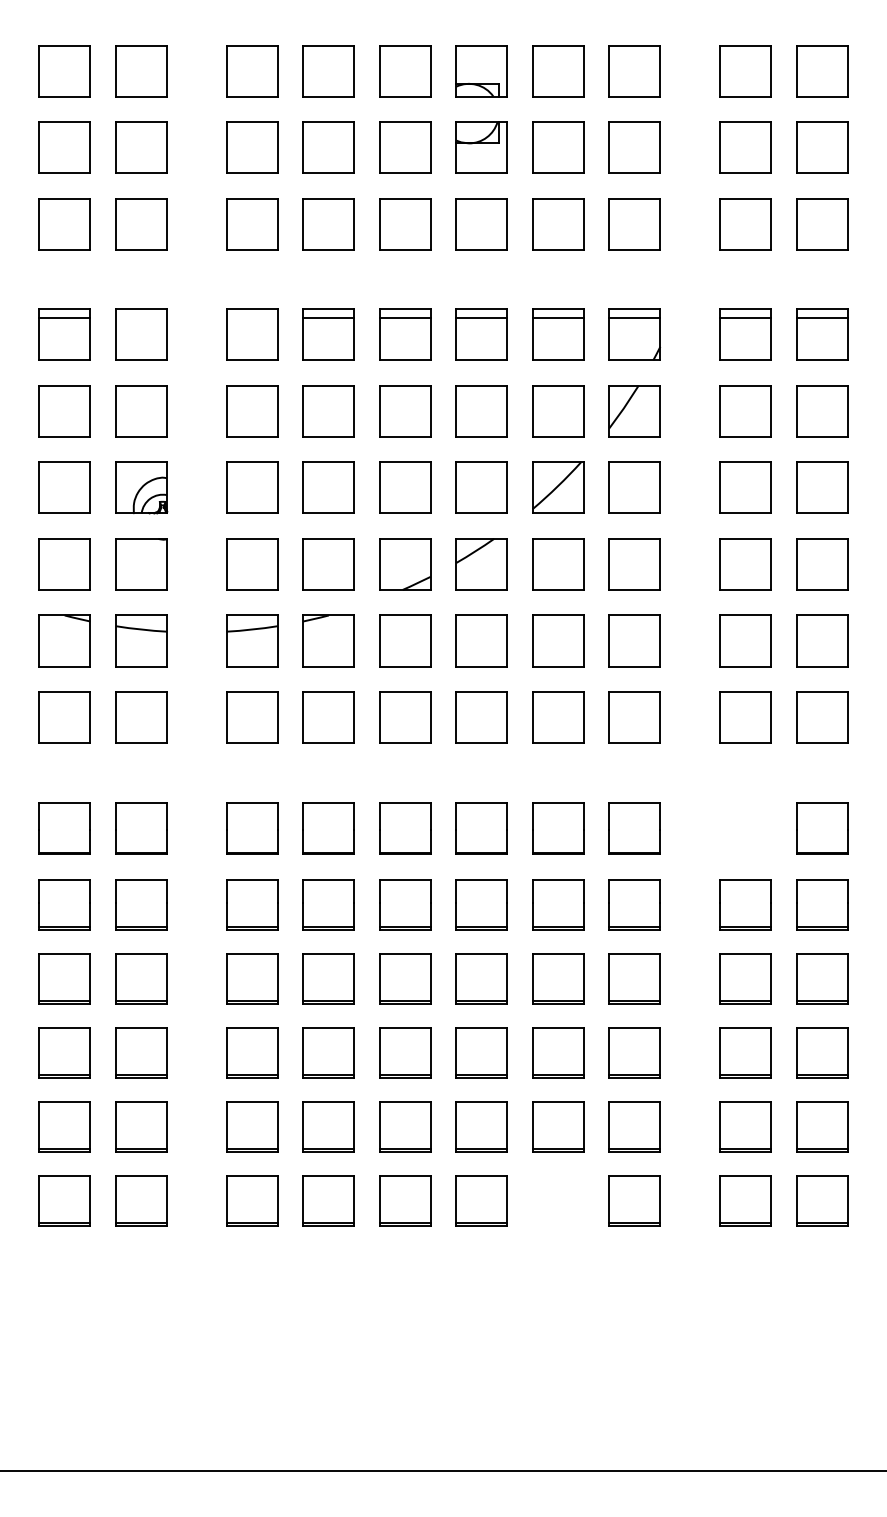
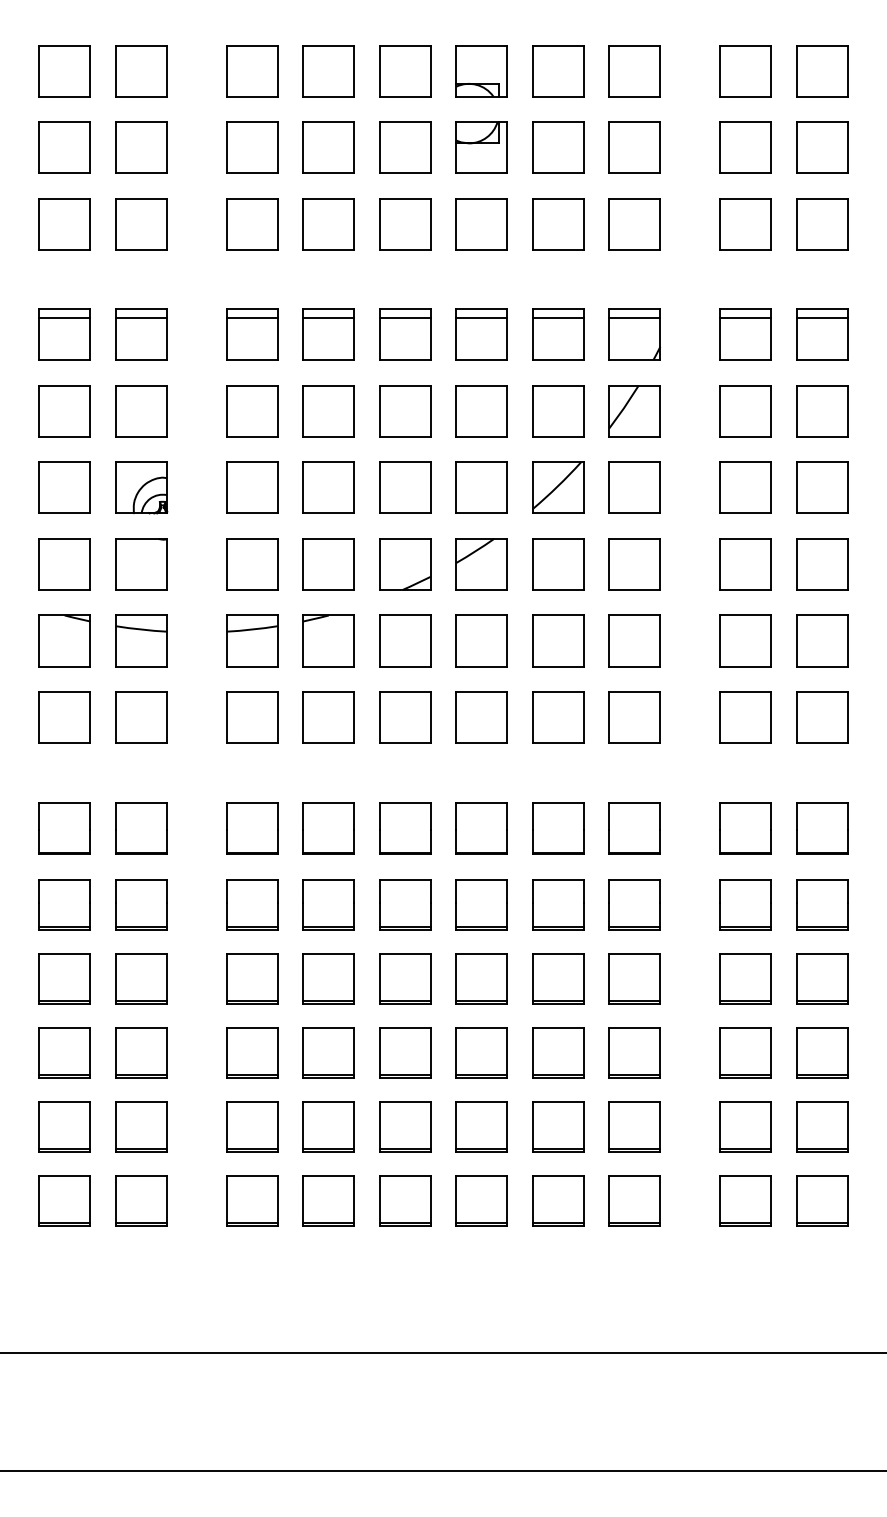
line at (141, 317): none -> present
line at (251, 317): none -> present
part at (745, 828): none -> present
part at (558, 1200): none -> present
line at (442, 1352): none -> present
